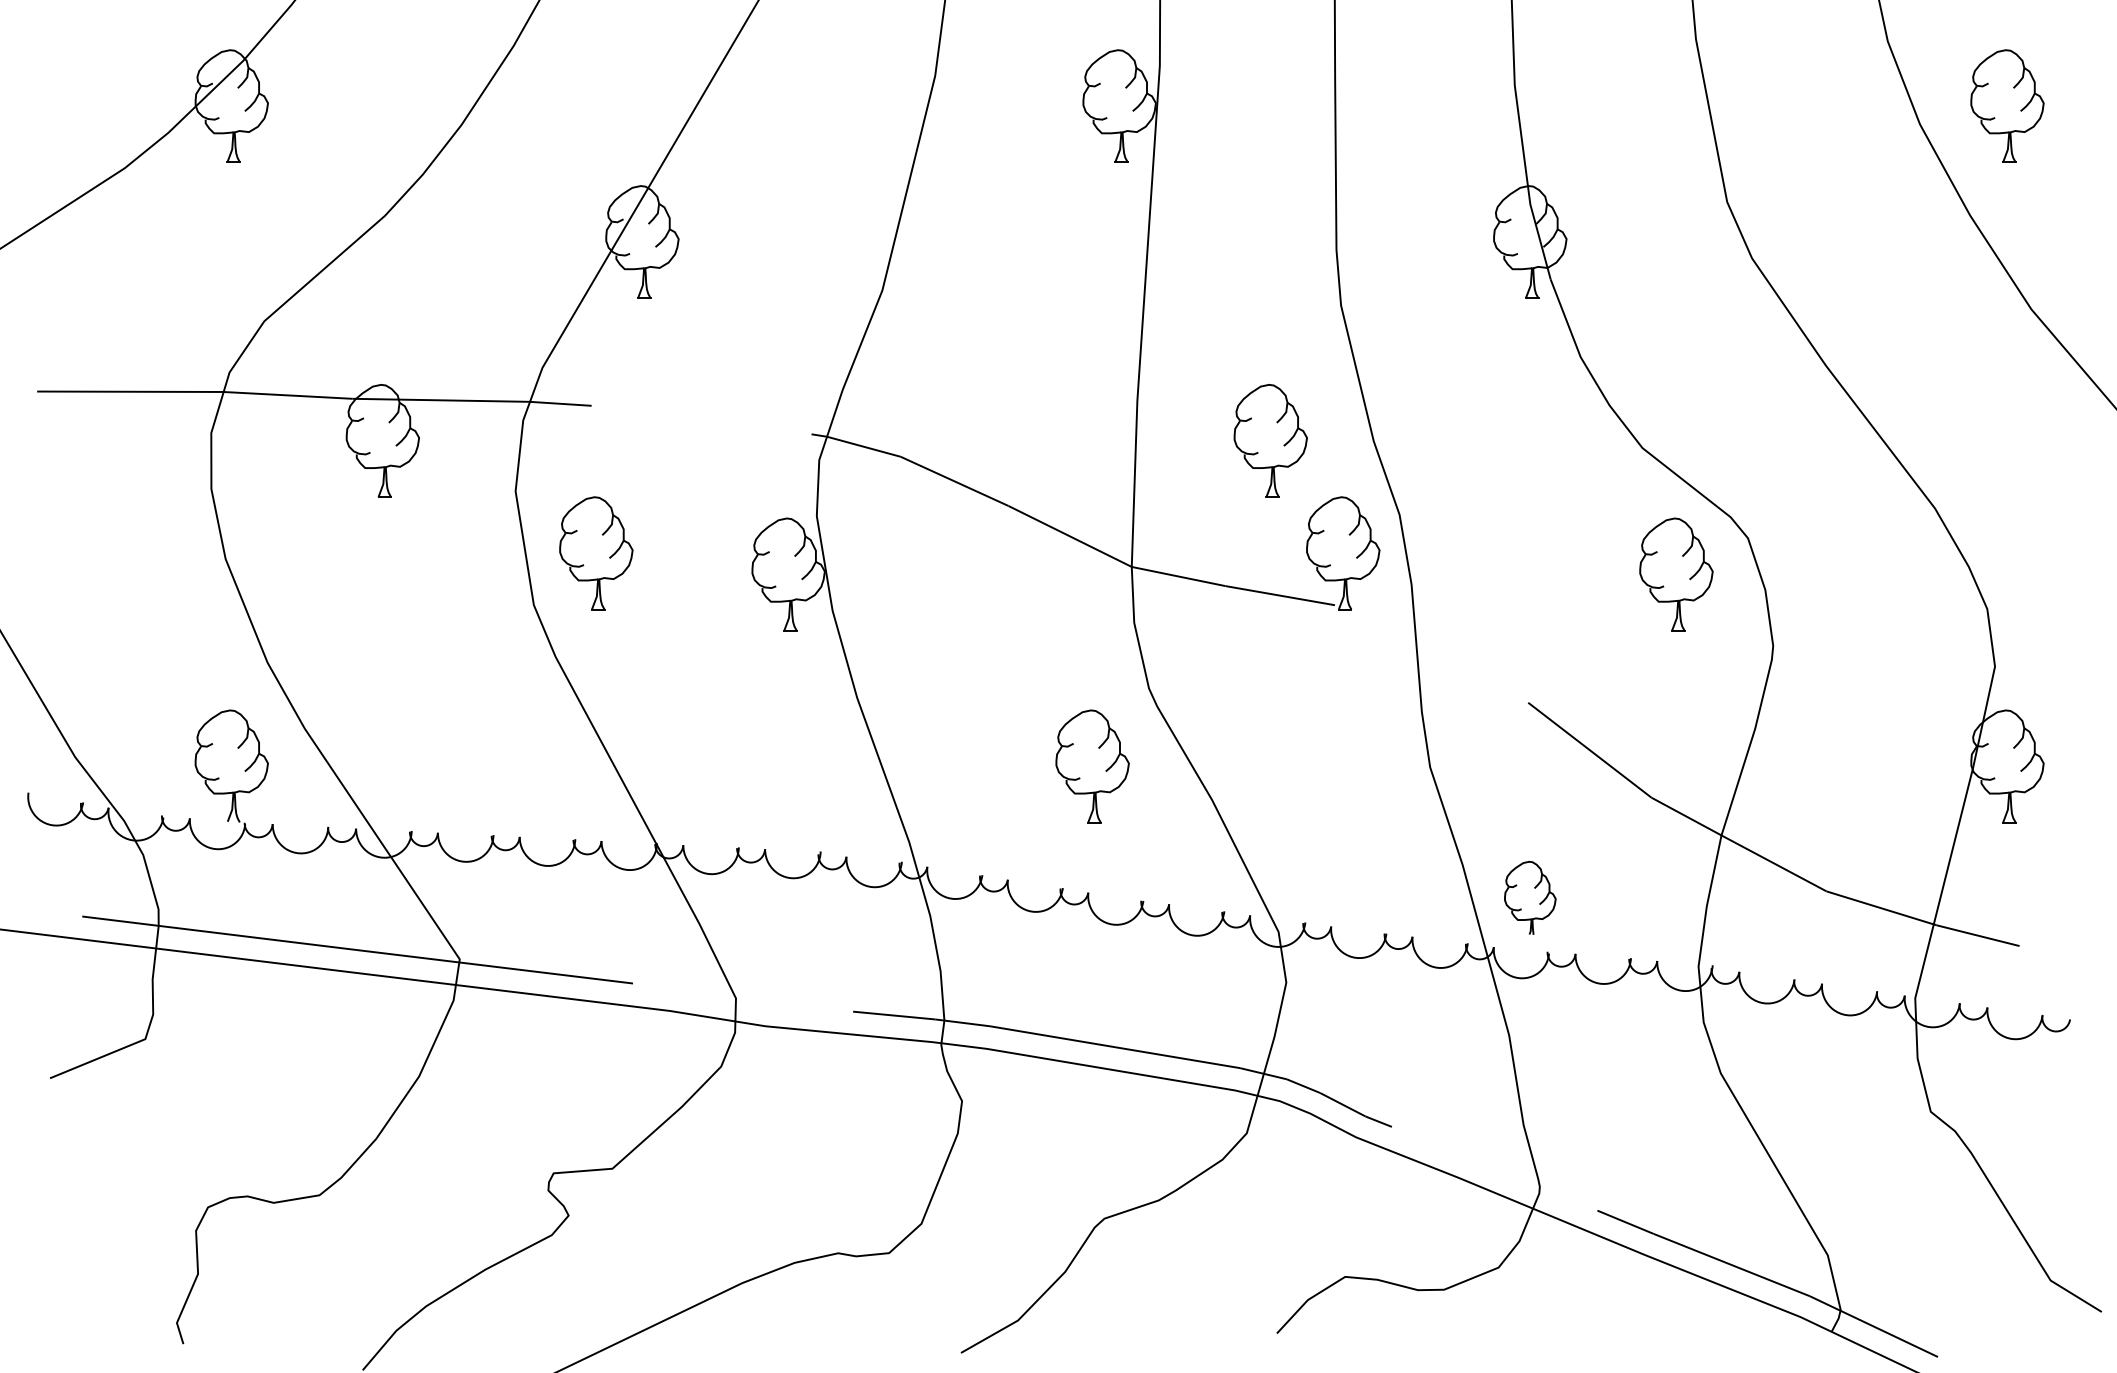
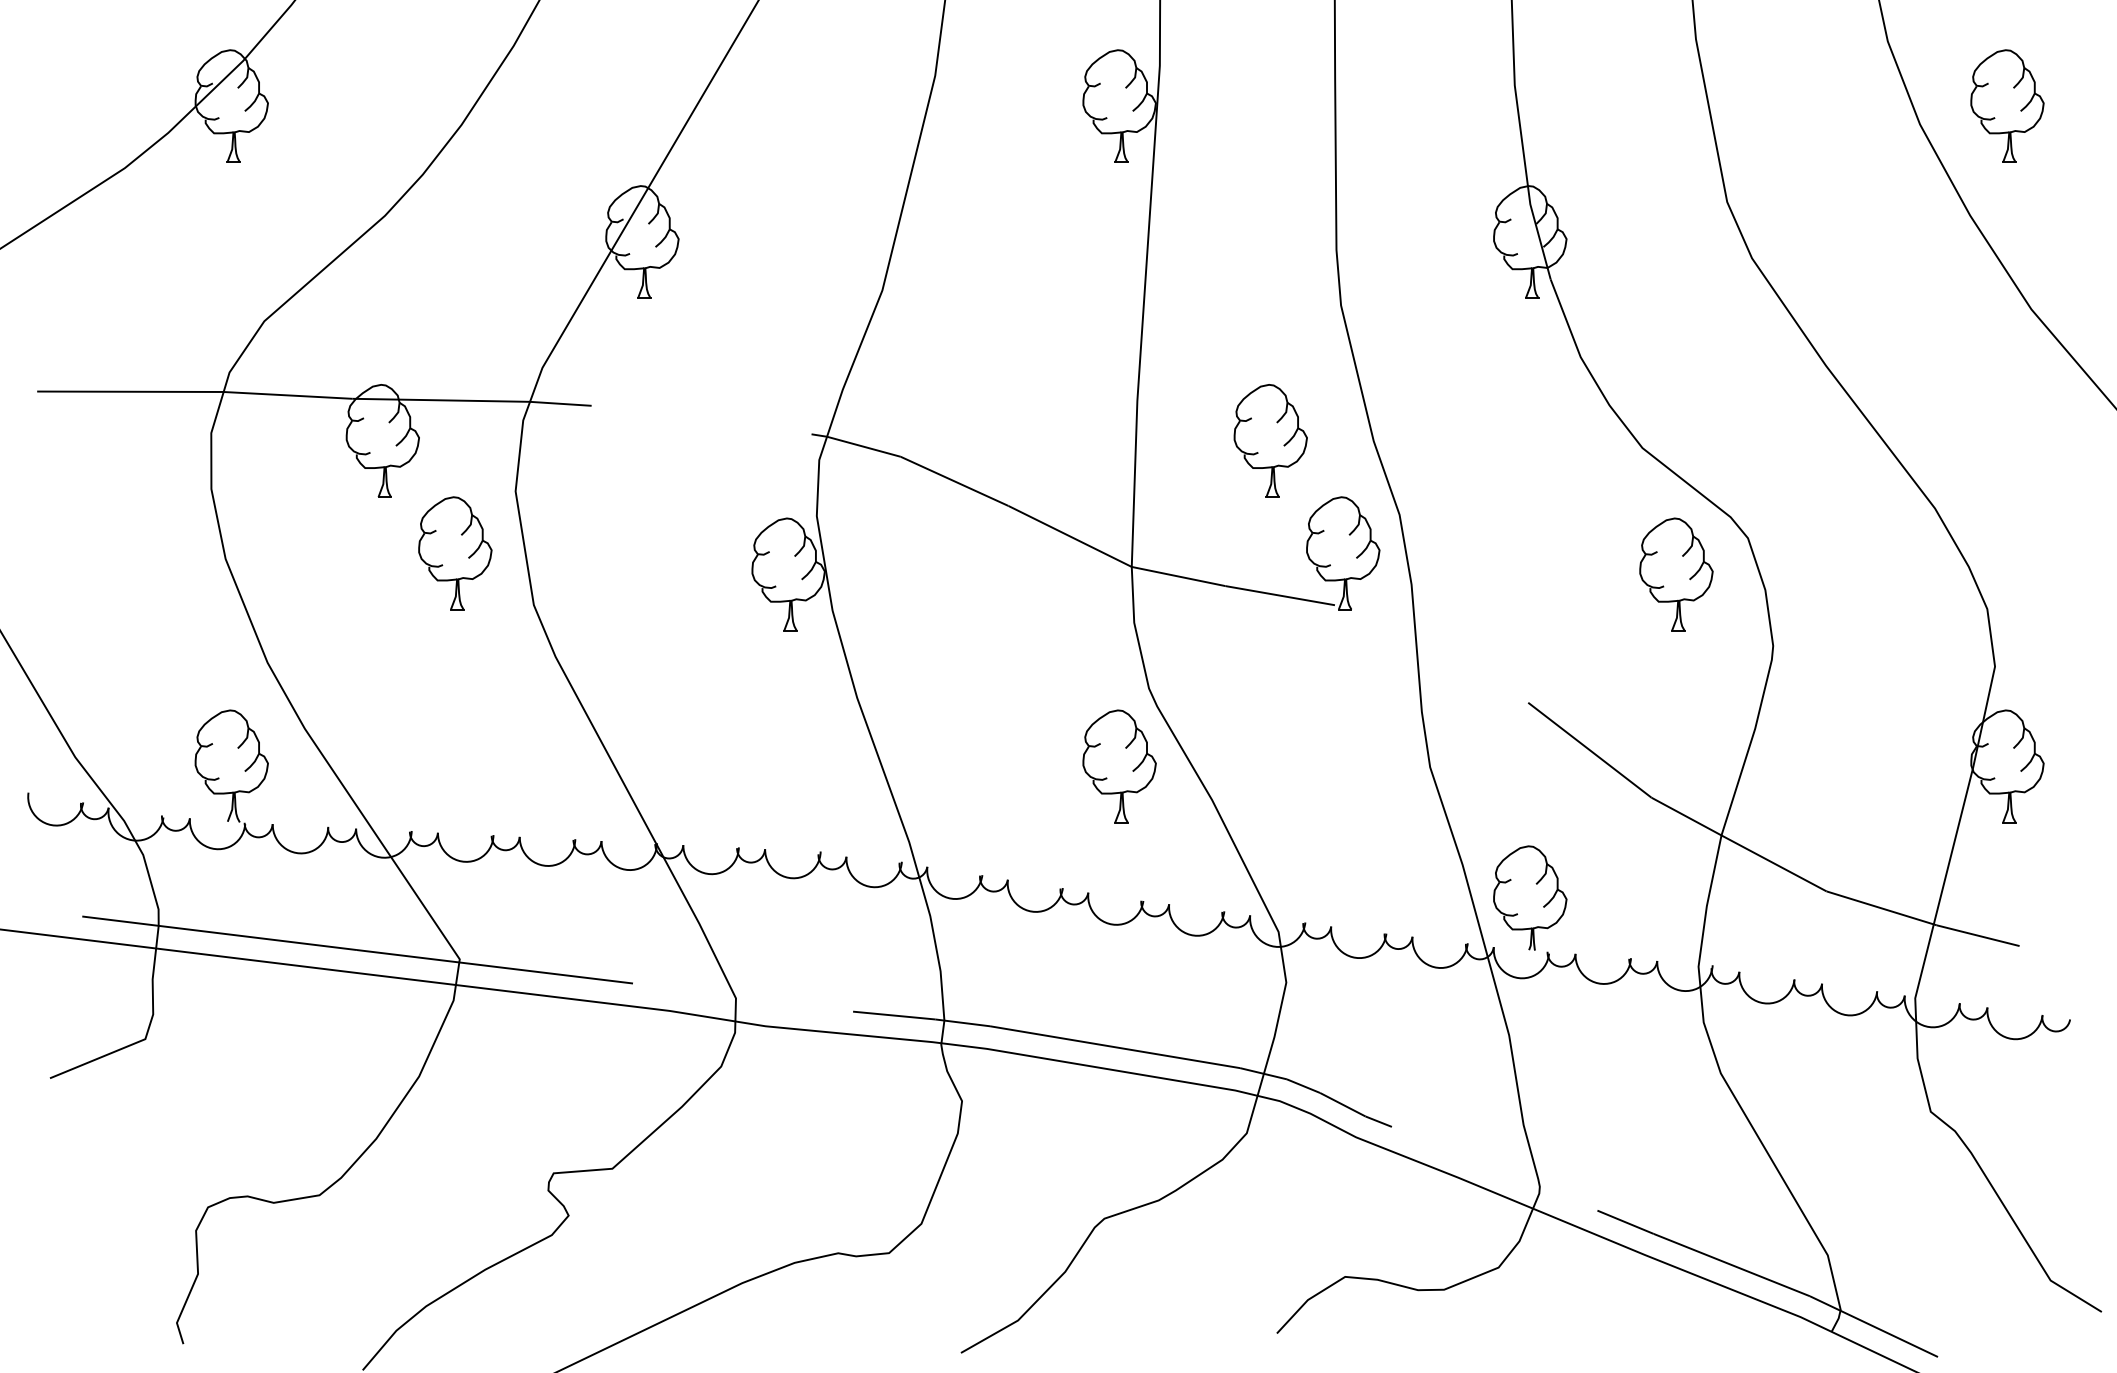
part at (596, 553) position: (596, 553) -> (455, 553)
part at (1092, 766) position: (1092, 766) -> (1119, 766)
part at (1530, 897) size: 53x74 px -> 75x106 px
